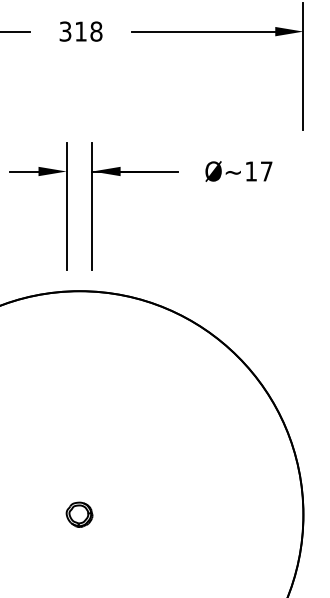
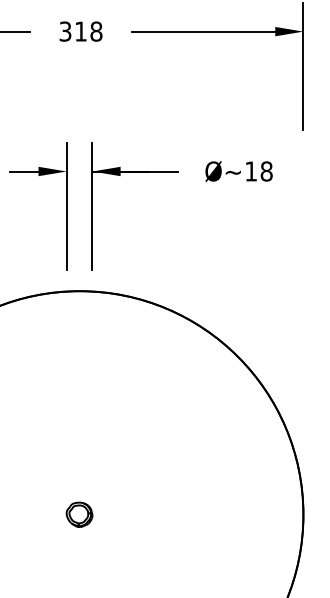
text at (266, 171): Ø~17 -> Ø~18
